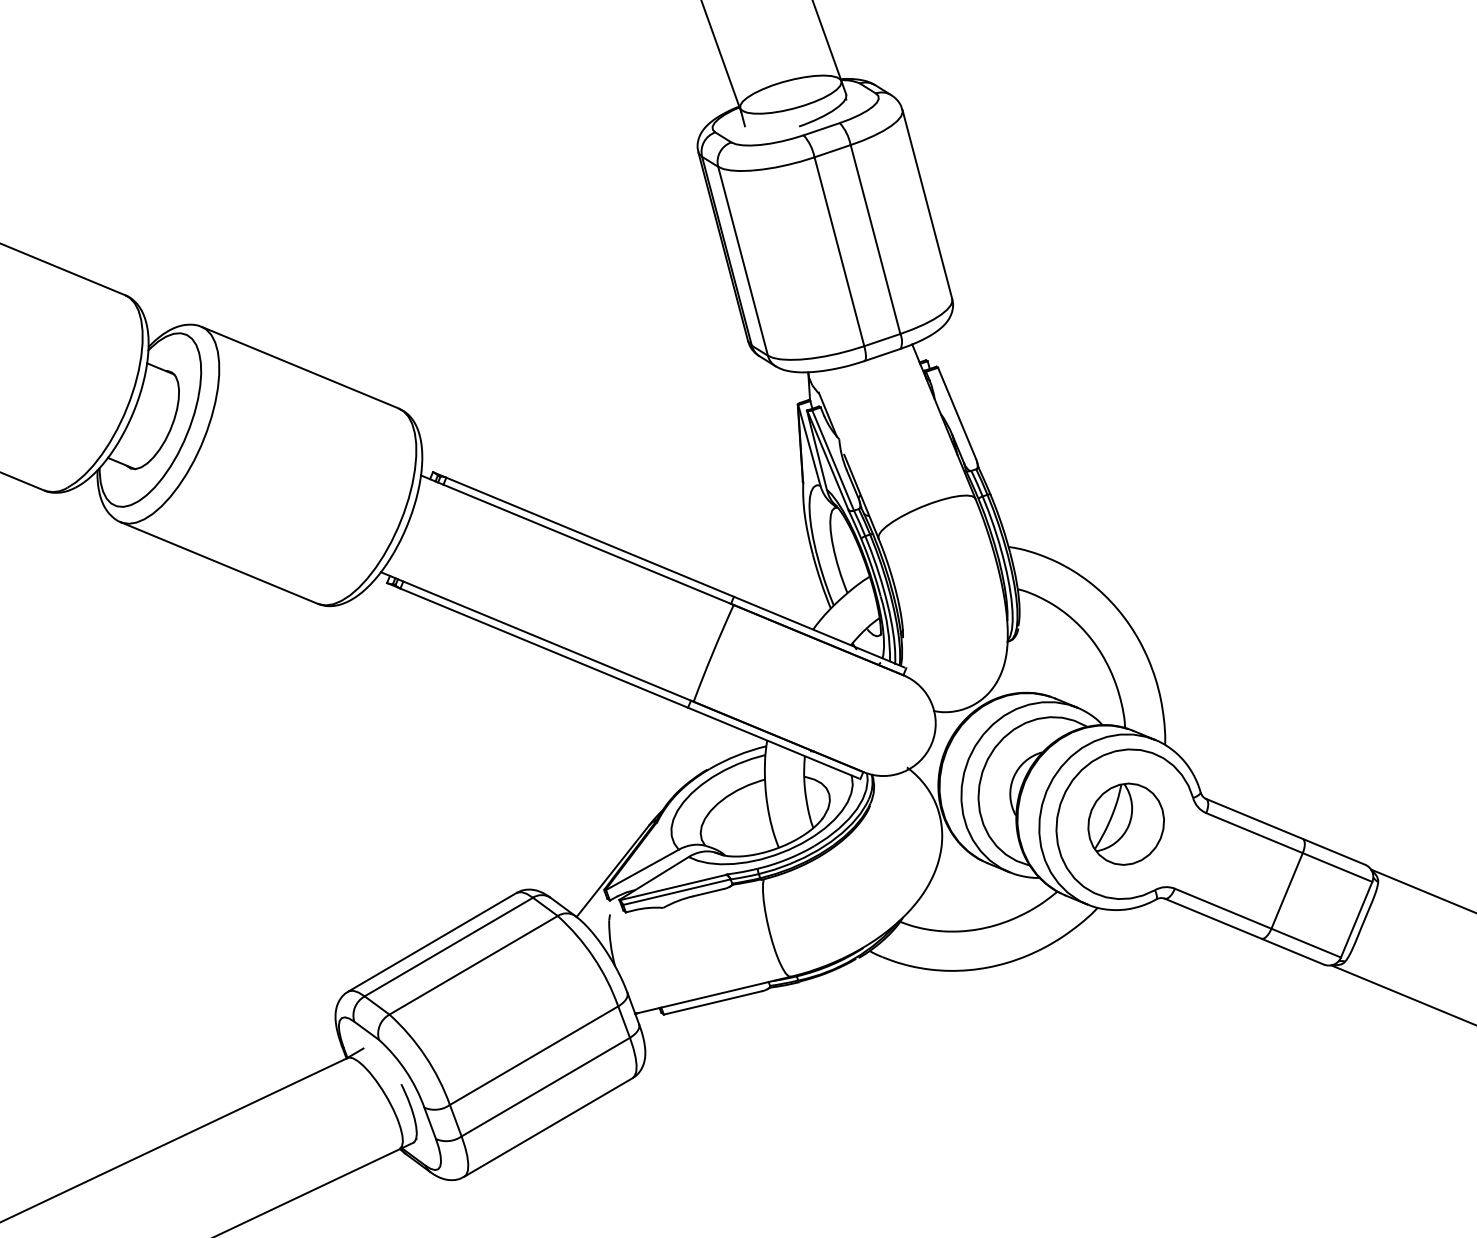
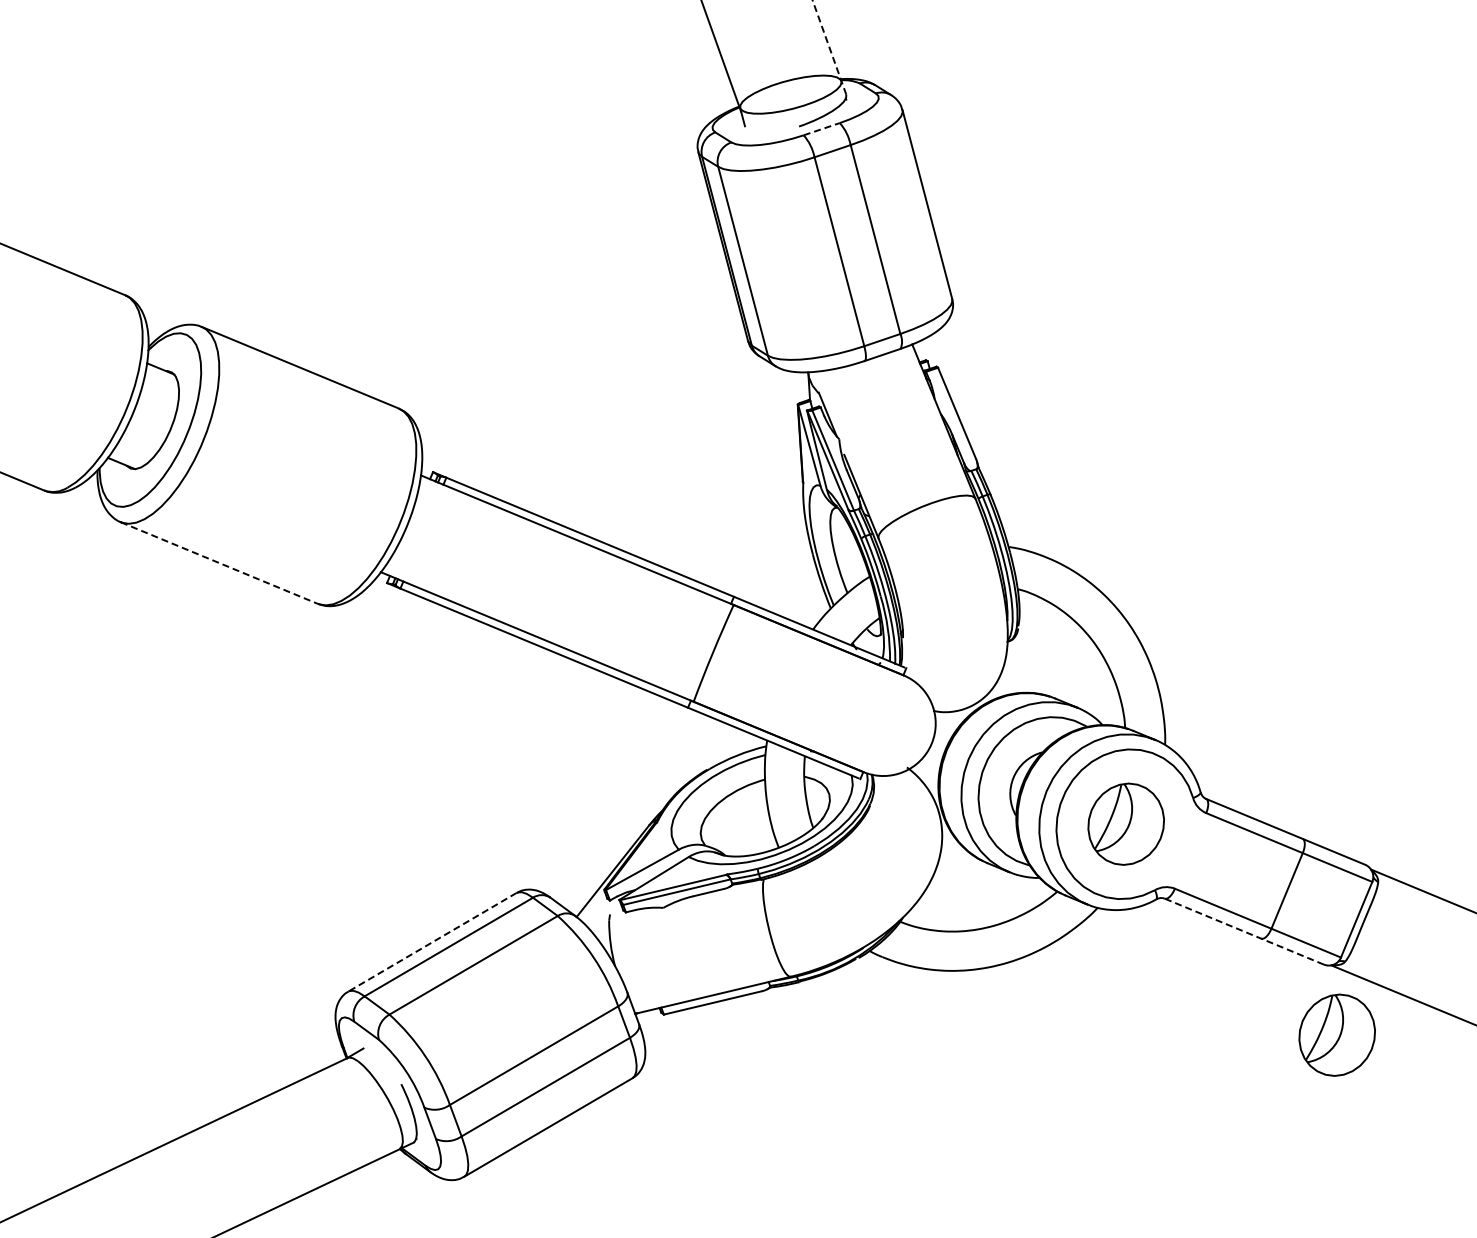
line at (829, 47): solid -> dashed
line at (822, 129): solid -> dashed
line at (219, 563): solid -> dashed
line at (1243, 931): solid -> dashed
line at (432, 942): solid -> dashed
part at (1336, 1034): none -> present
